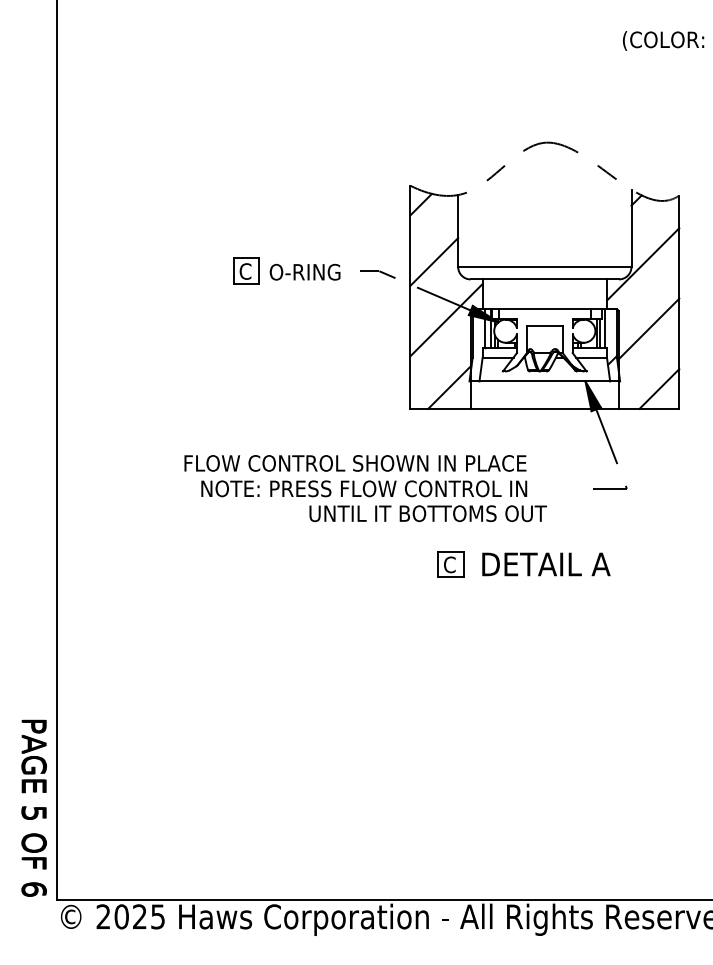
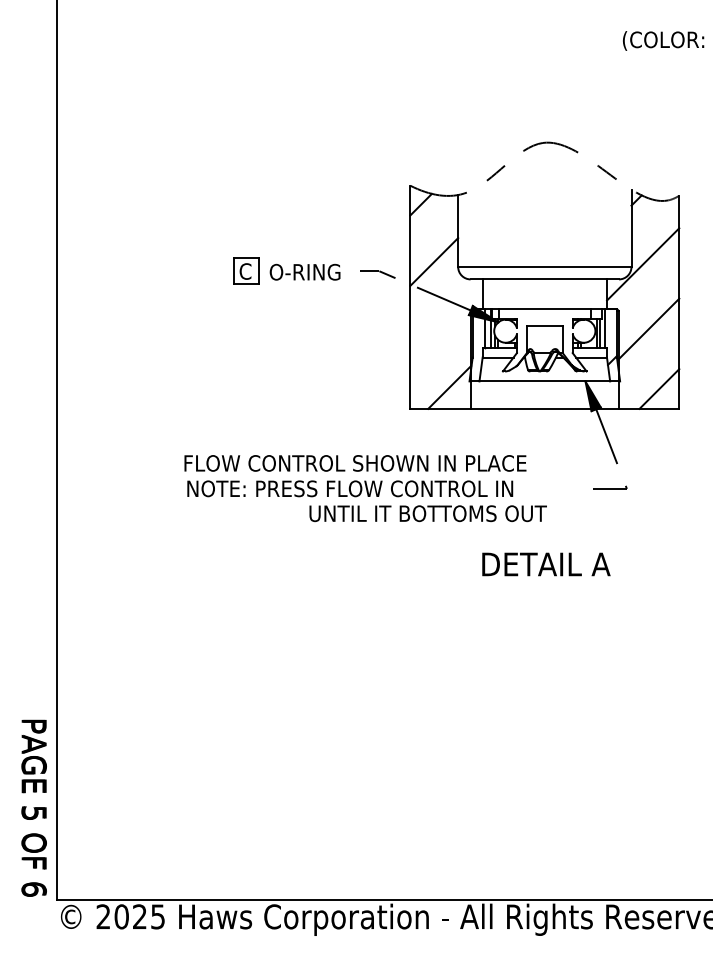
line at (446, 320): present -> none
text at (364, 488) position: (364, 488) -> (350, 488)
part at (450, 564): present -> none
